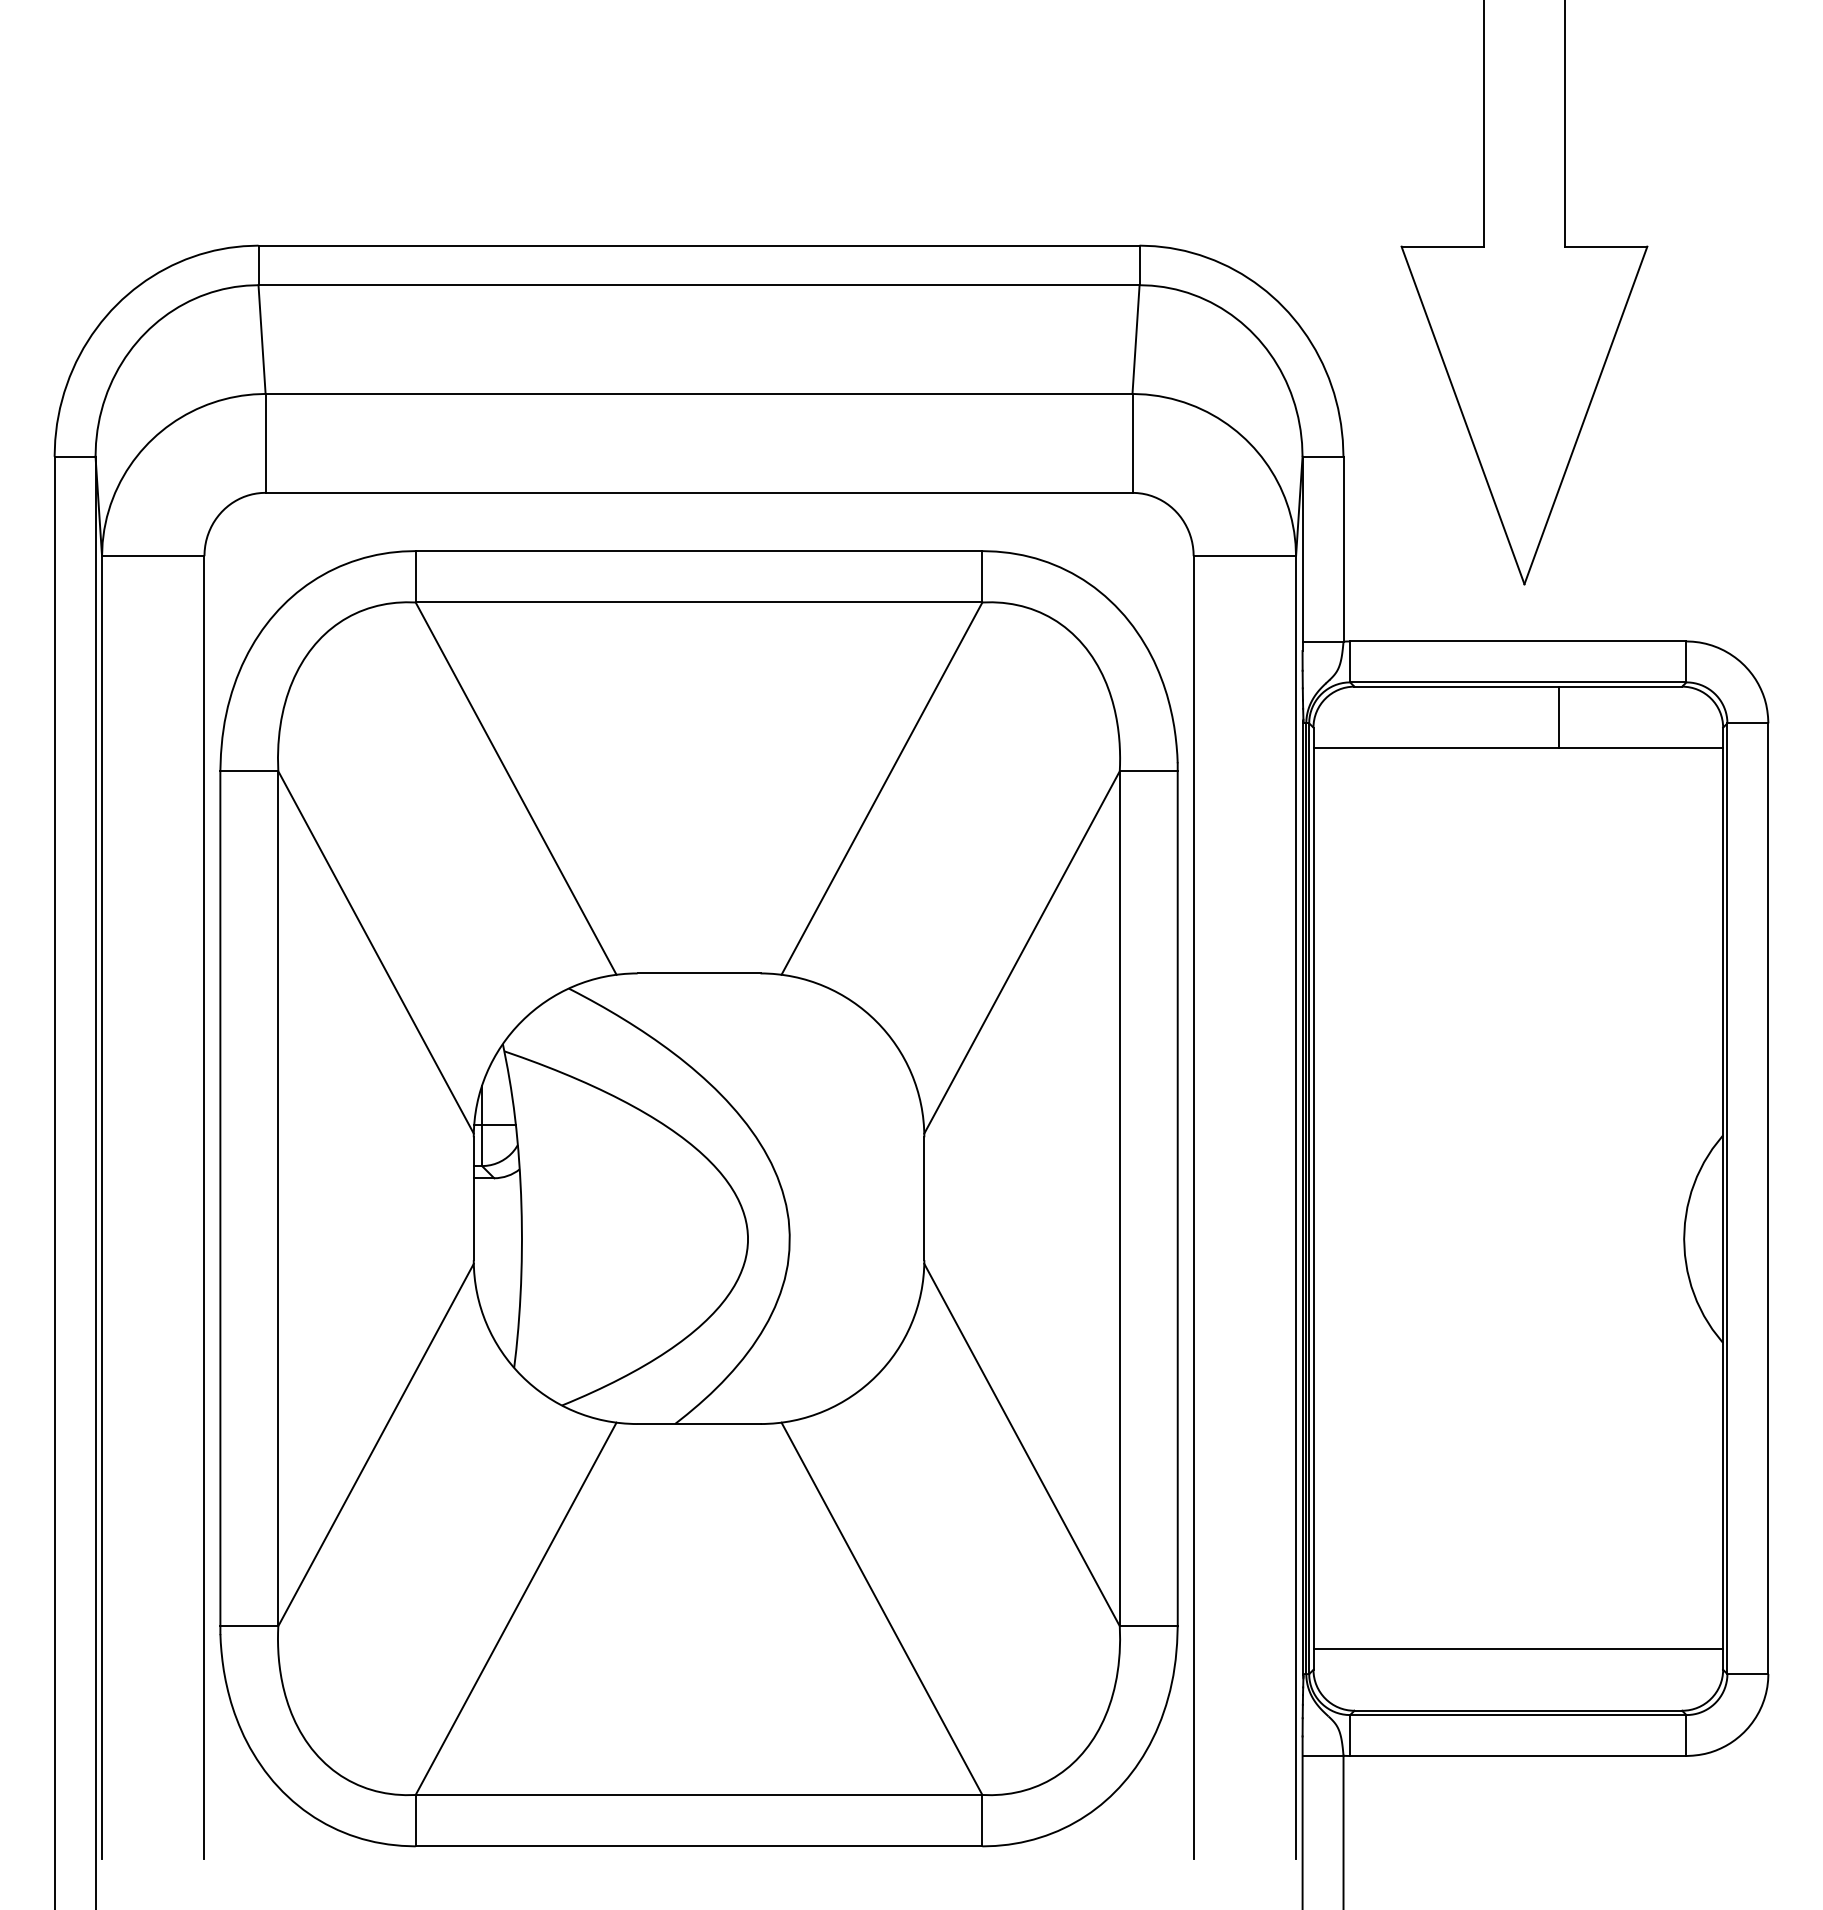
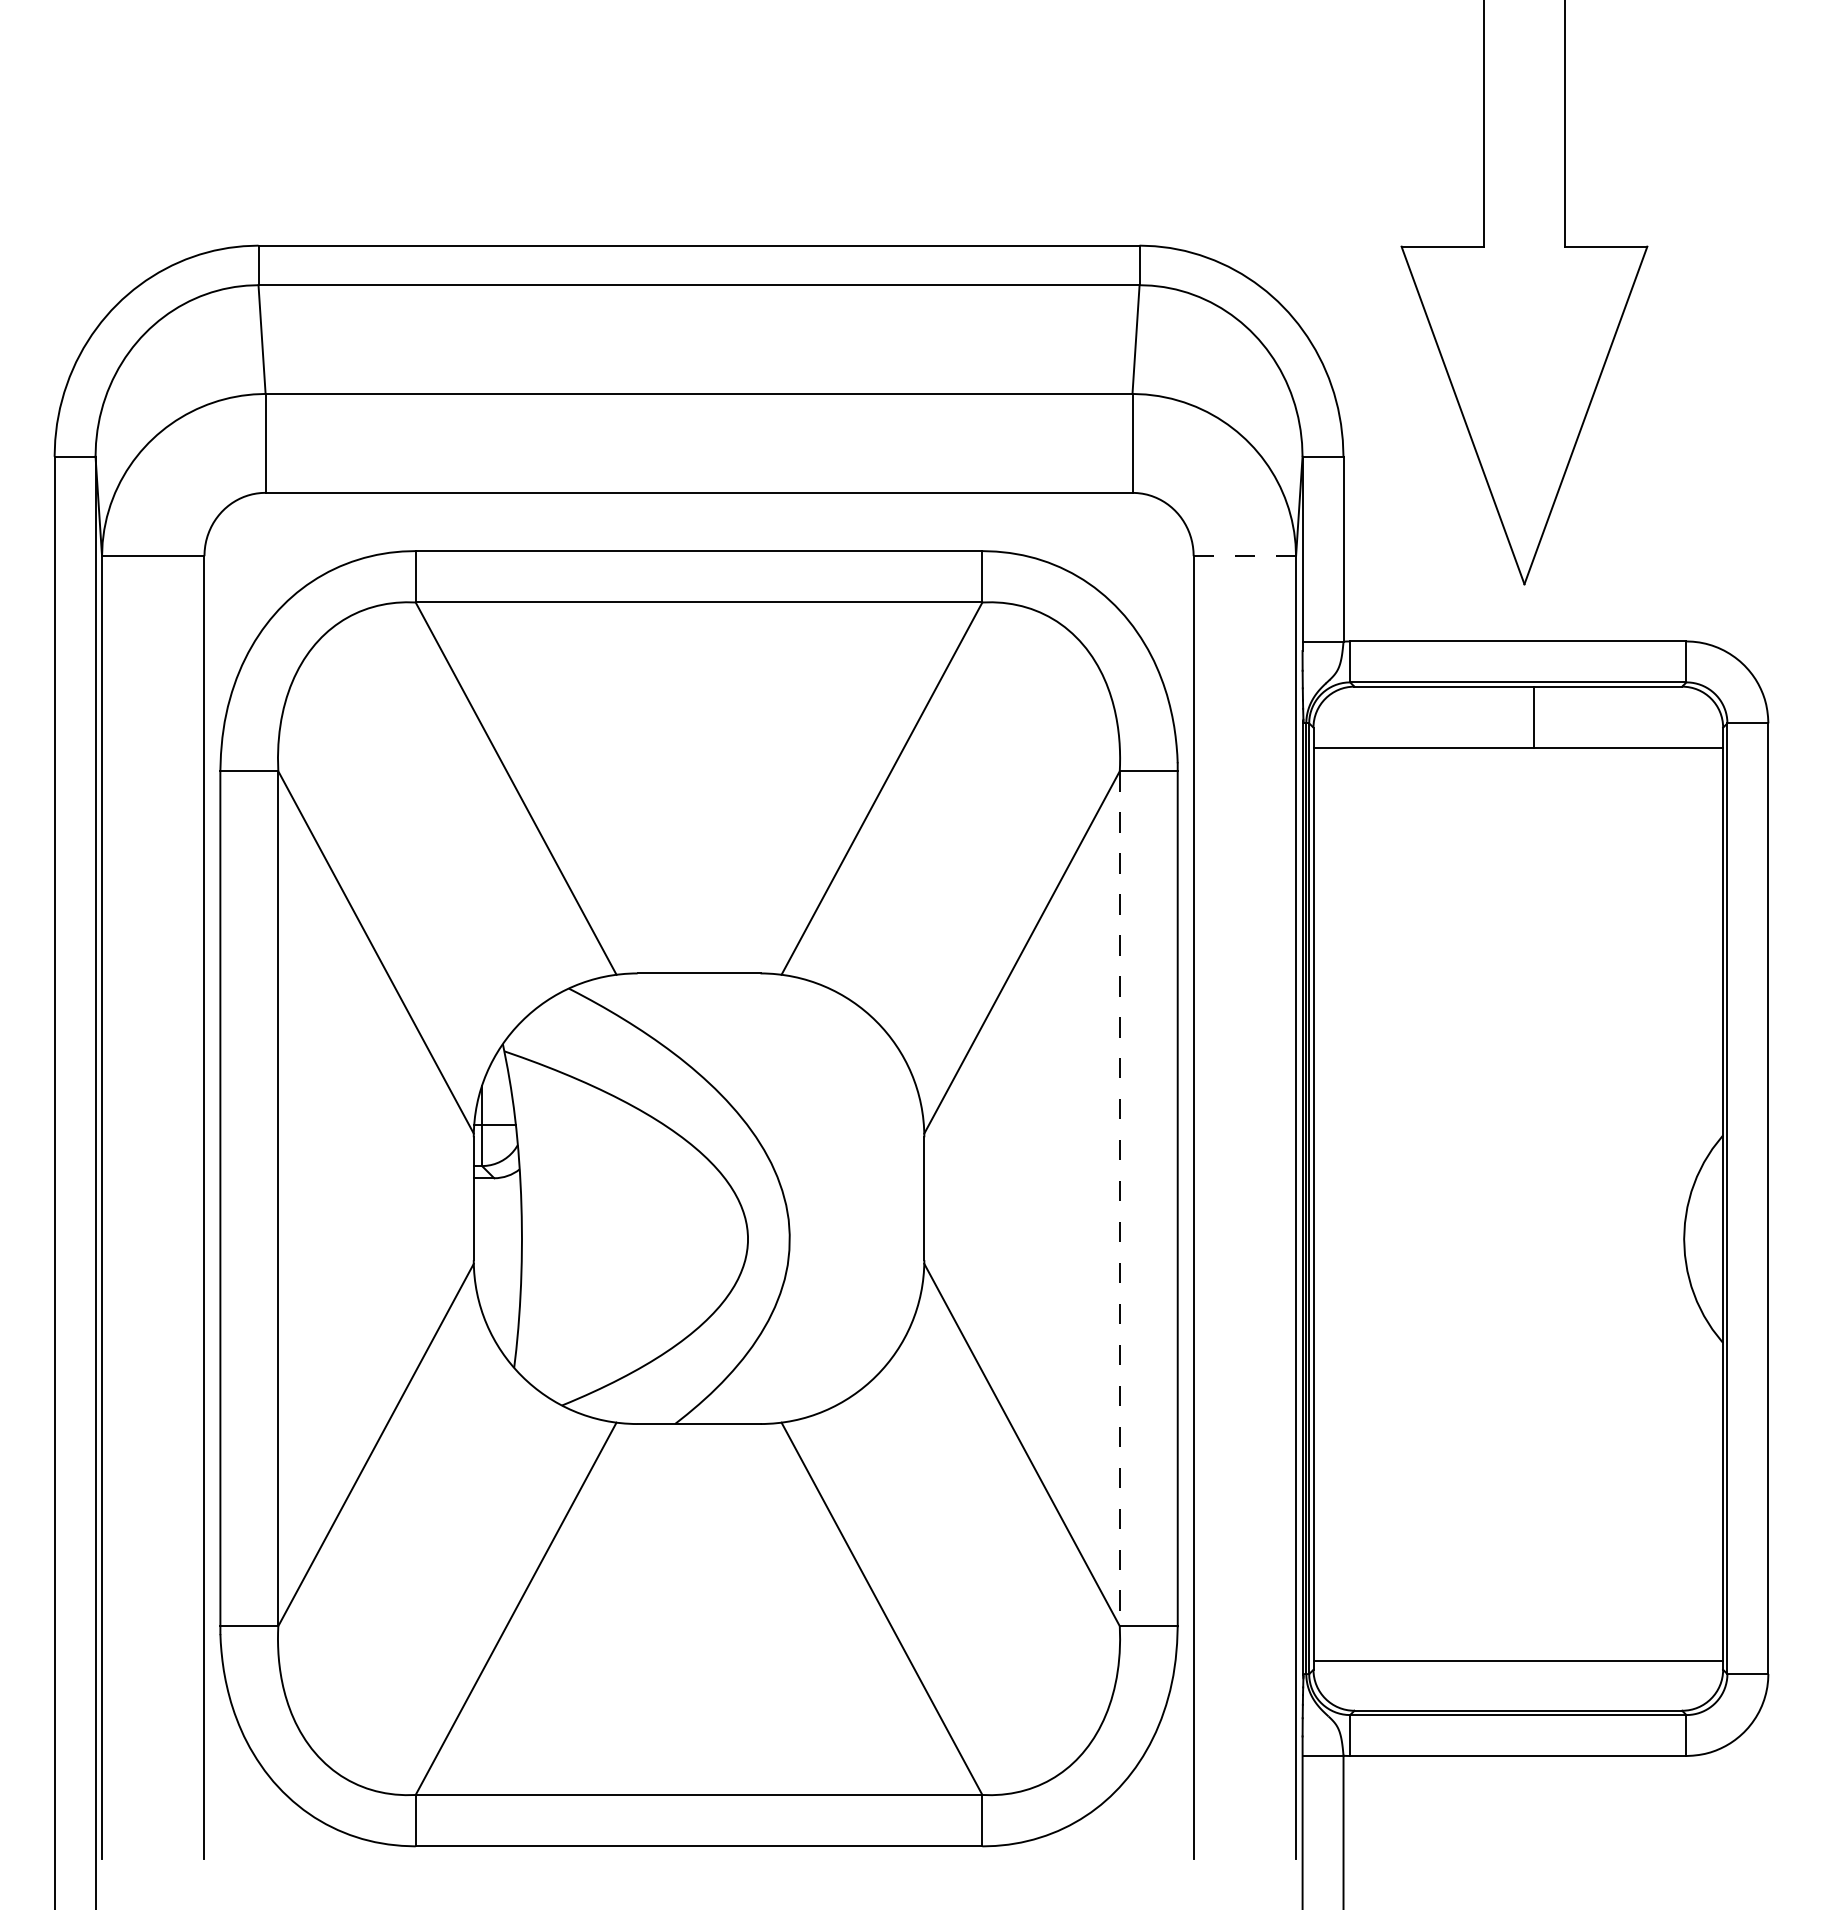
line at (1245, 556): solid -> dashed
line at (1559, 716) position: (1559, 716) -> (1534, 716)
line at (1119, 1199): solid -> dashed
line at (1518, 1648) position: (1518, 1648) -> (1518, 1660)
